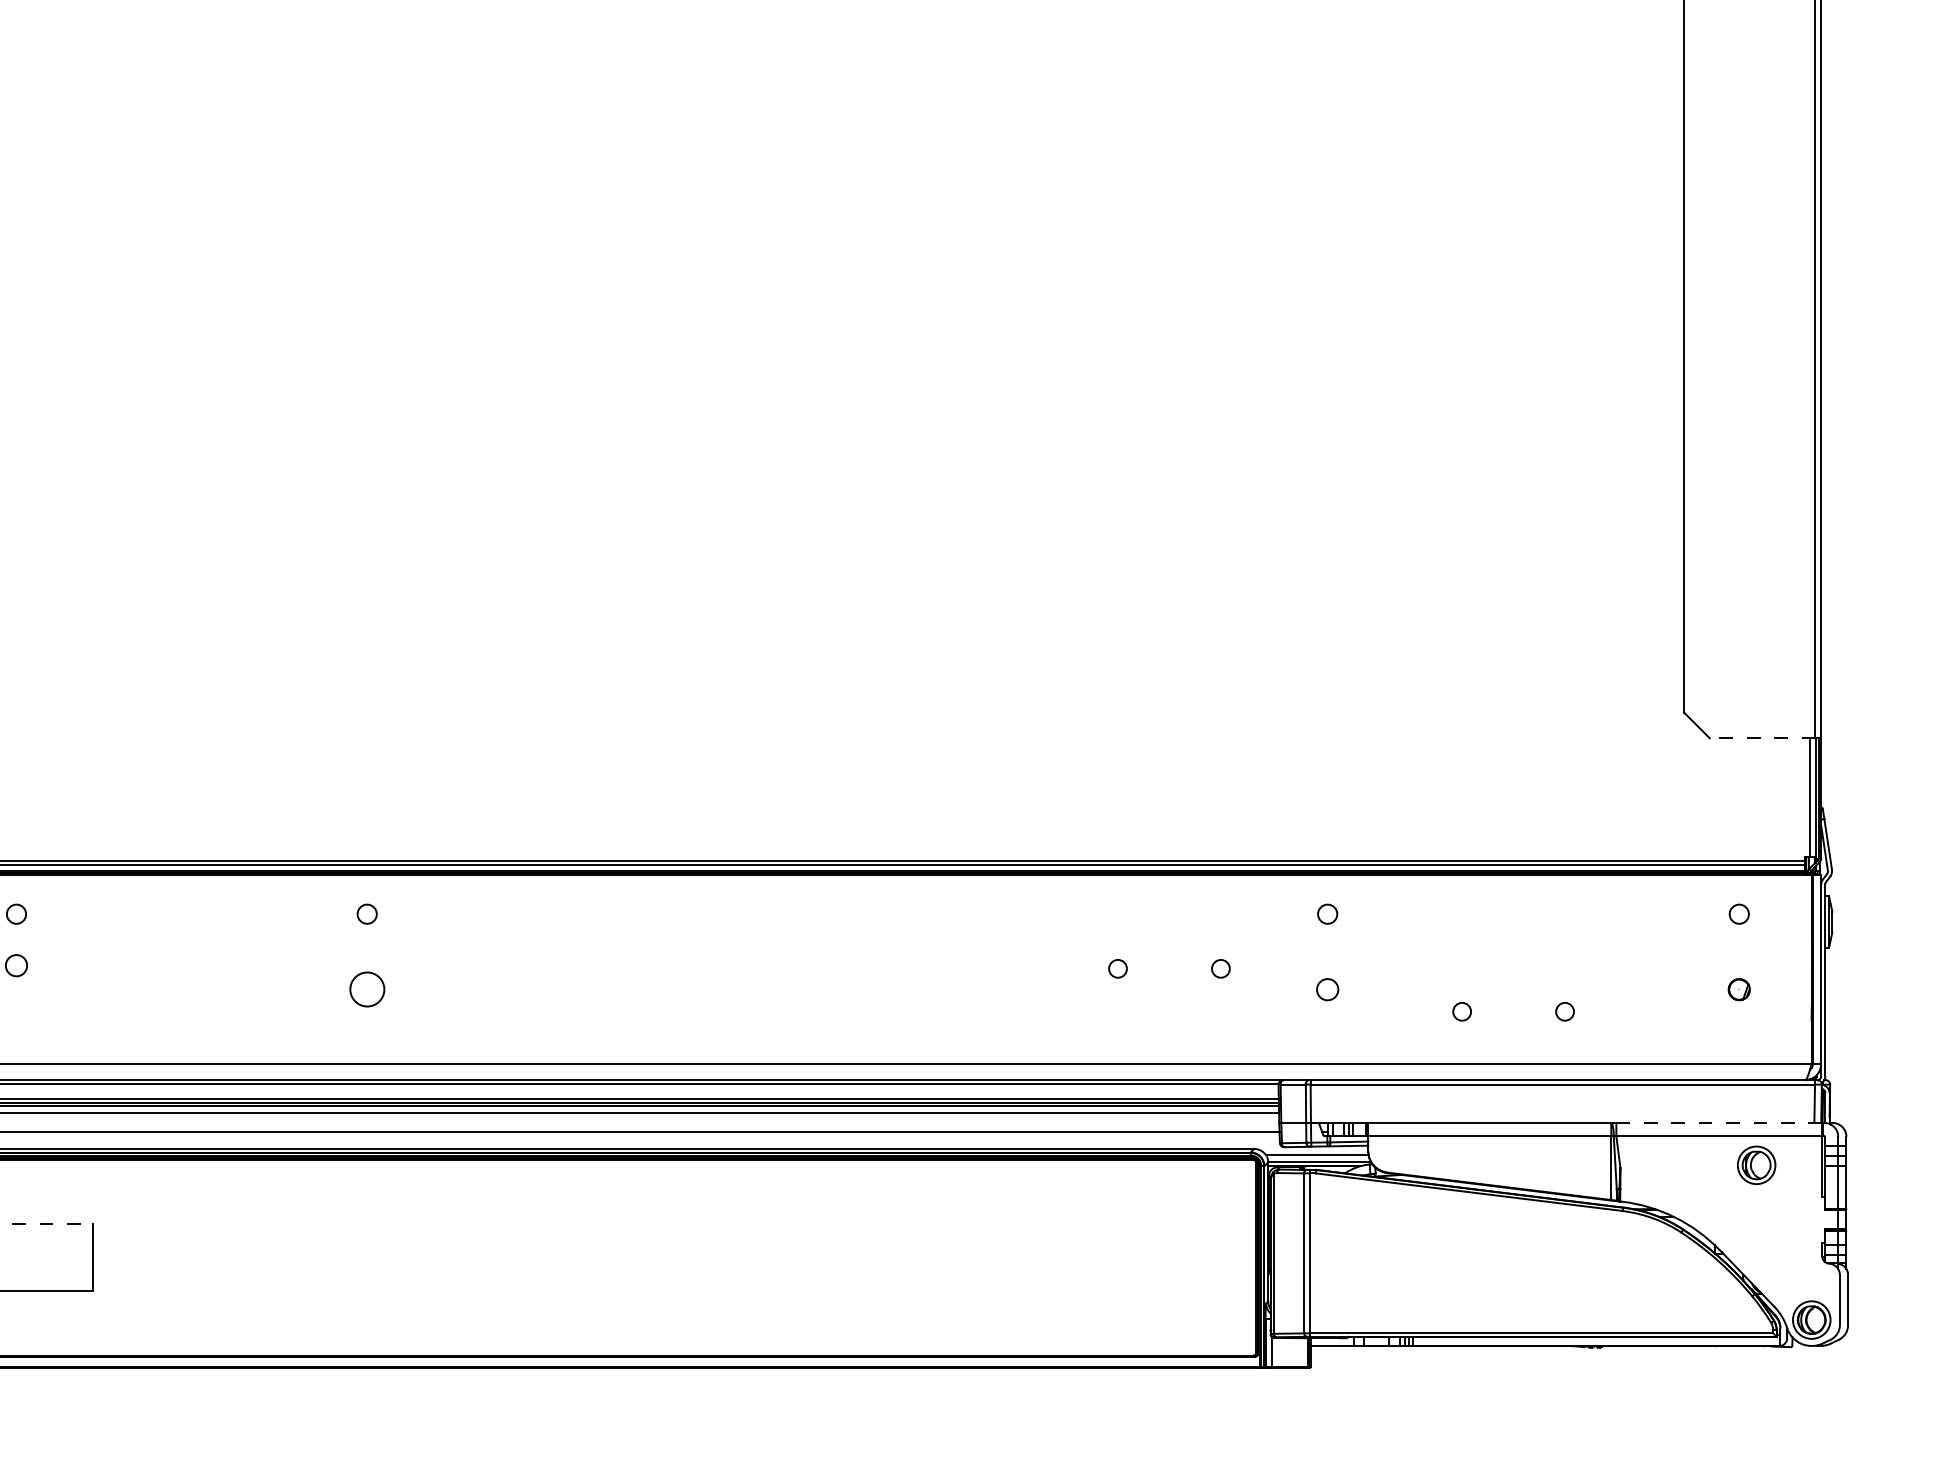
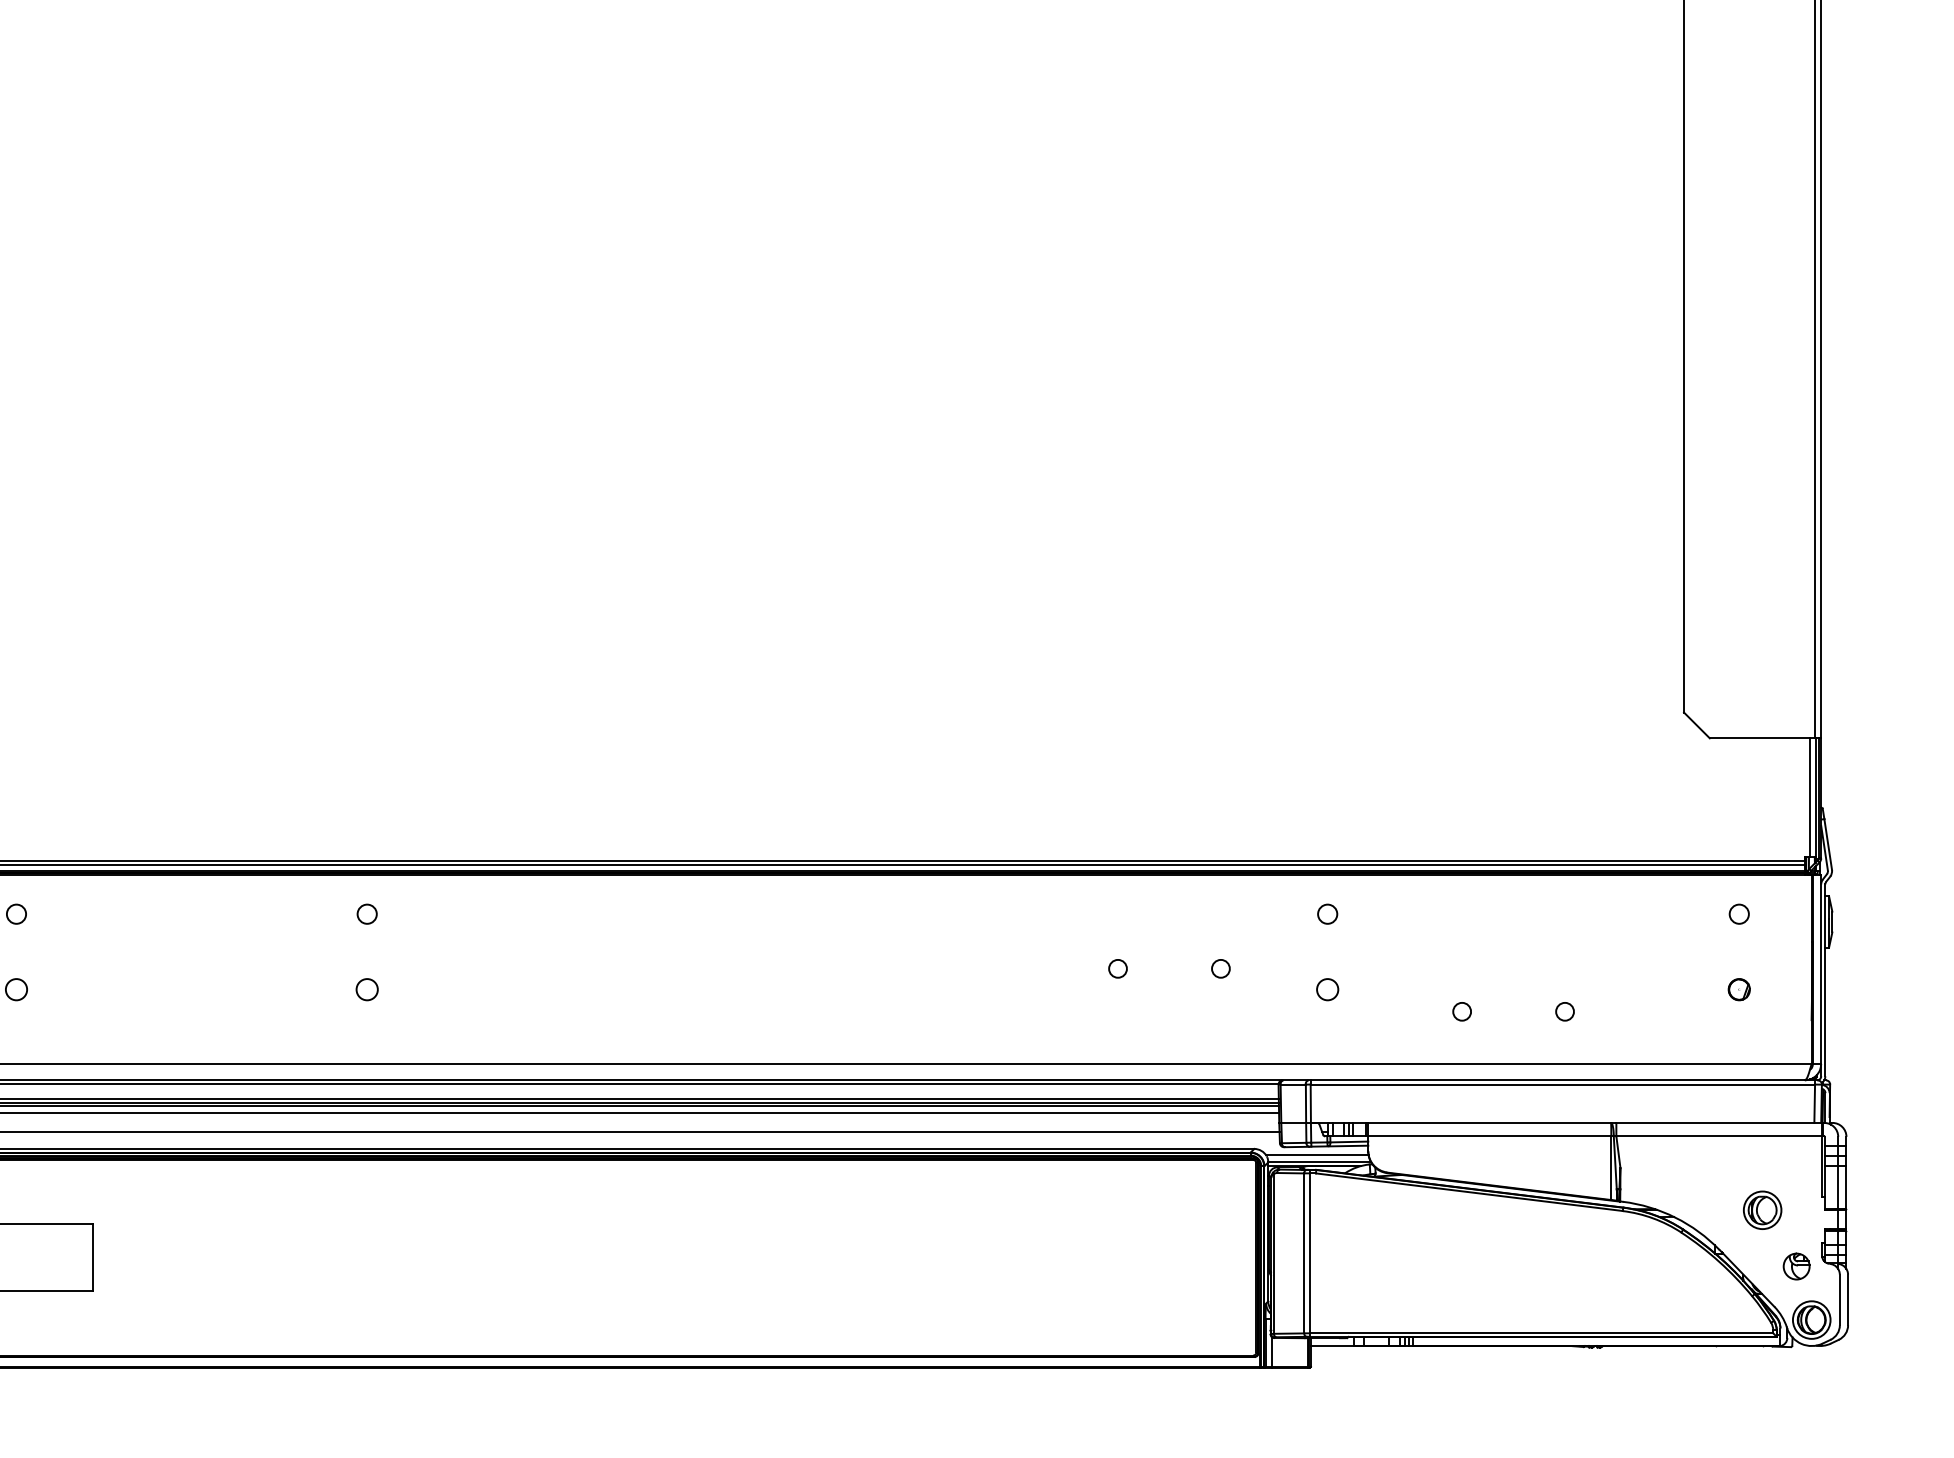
line at (1762, 738): dashed -> solid
circle at (16, 965) position: (16, 965) -> (16, 989)
circle at (367, 989) size: 37x37 px -> 24x24 px
line at (1719, 1122): dashed -> solid
part at (1756, 1164) position: (1756, 1164) -> (1762, 1209)
line at (47, 1224): dashed -> solid
part at (1796, 1266): none -> present
